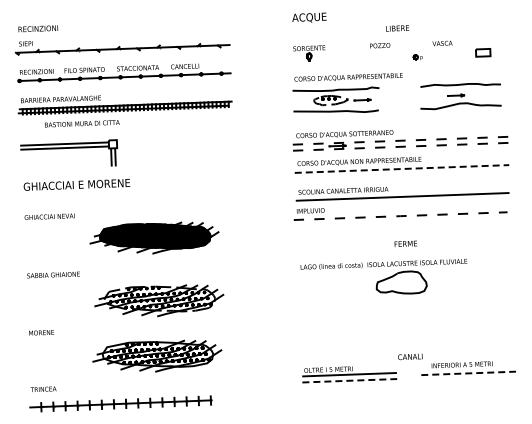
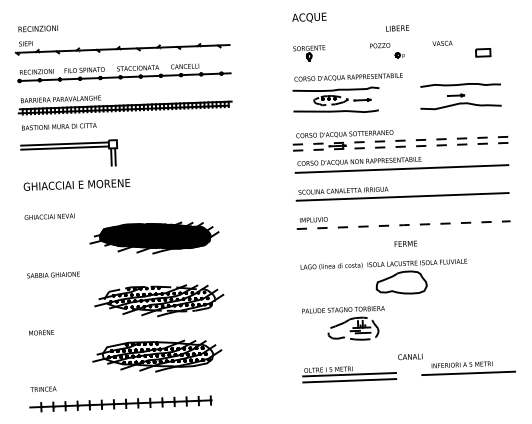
part at (417, 57) position: (417, 57) -> (399, 55)
text at (82, 123) position: (82, 123) -> (59, 126)
line at (402, 169): dashed -> solid
part at (400, 214) position: (400, 214) -> (403, 223)
part at (343, 323): none -> present
line at (469, 373): dashed -> solid
line at (350, 380): dashed -> solid
